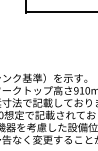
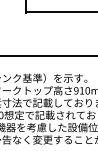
line at (48, 56): none -> present
